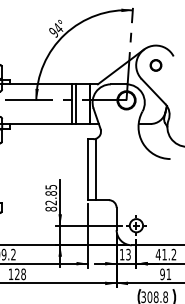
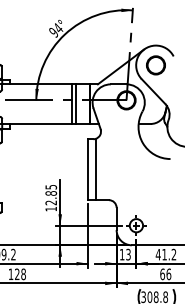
circle at (155, 65) size: 14x13 px -> 20x21 px
text at (51, 208): 82.85 -> 12.85
text at (165, 274): 91 -> 66
